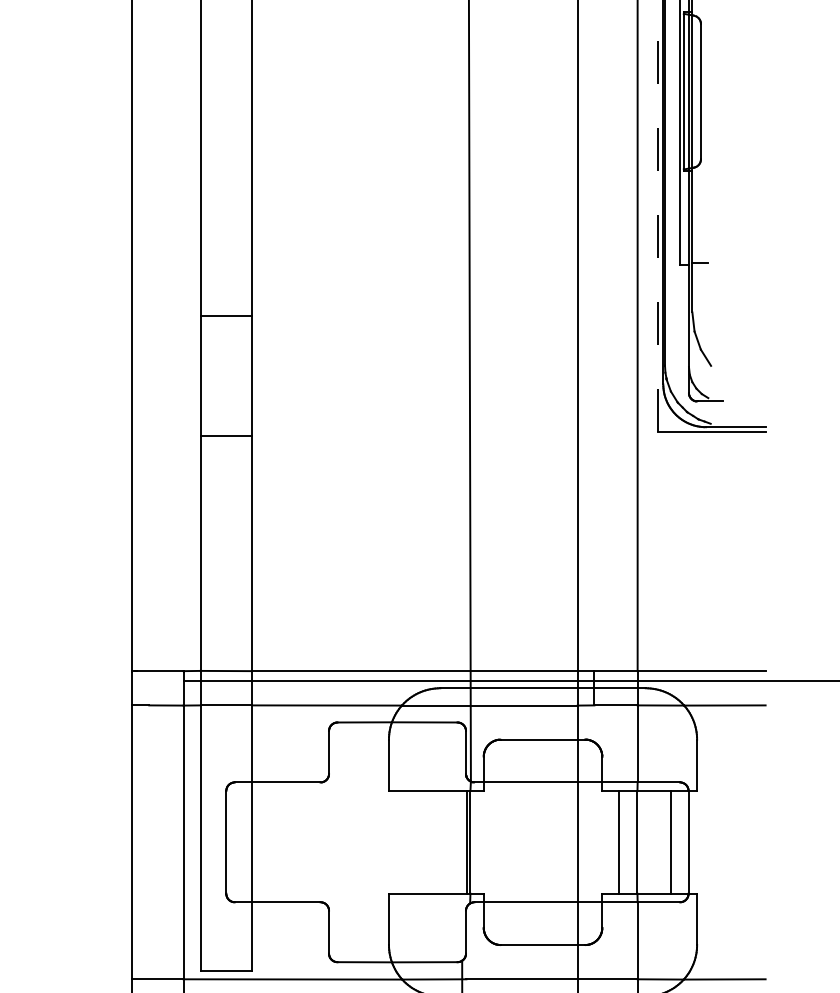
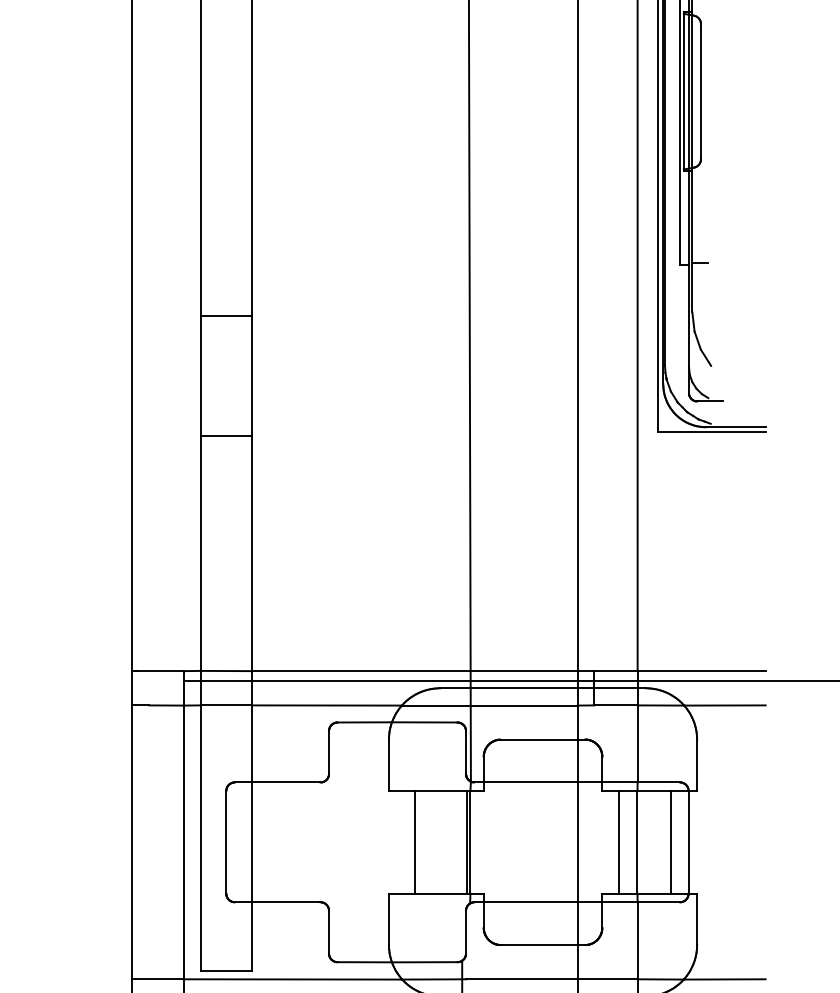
line at (658, 216): dashed -> solid
line at (415, 841): none -> present
